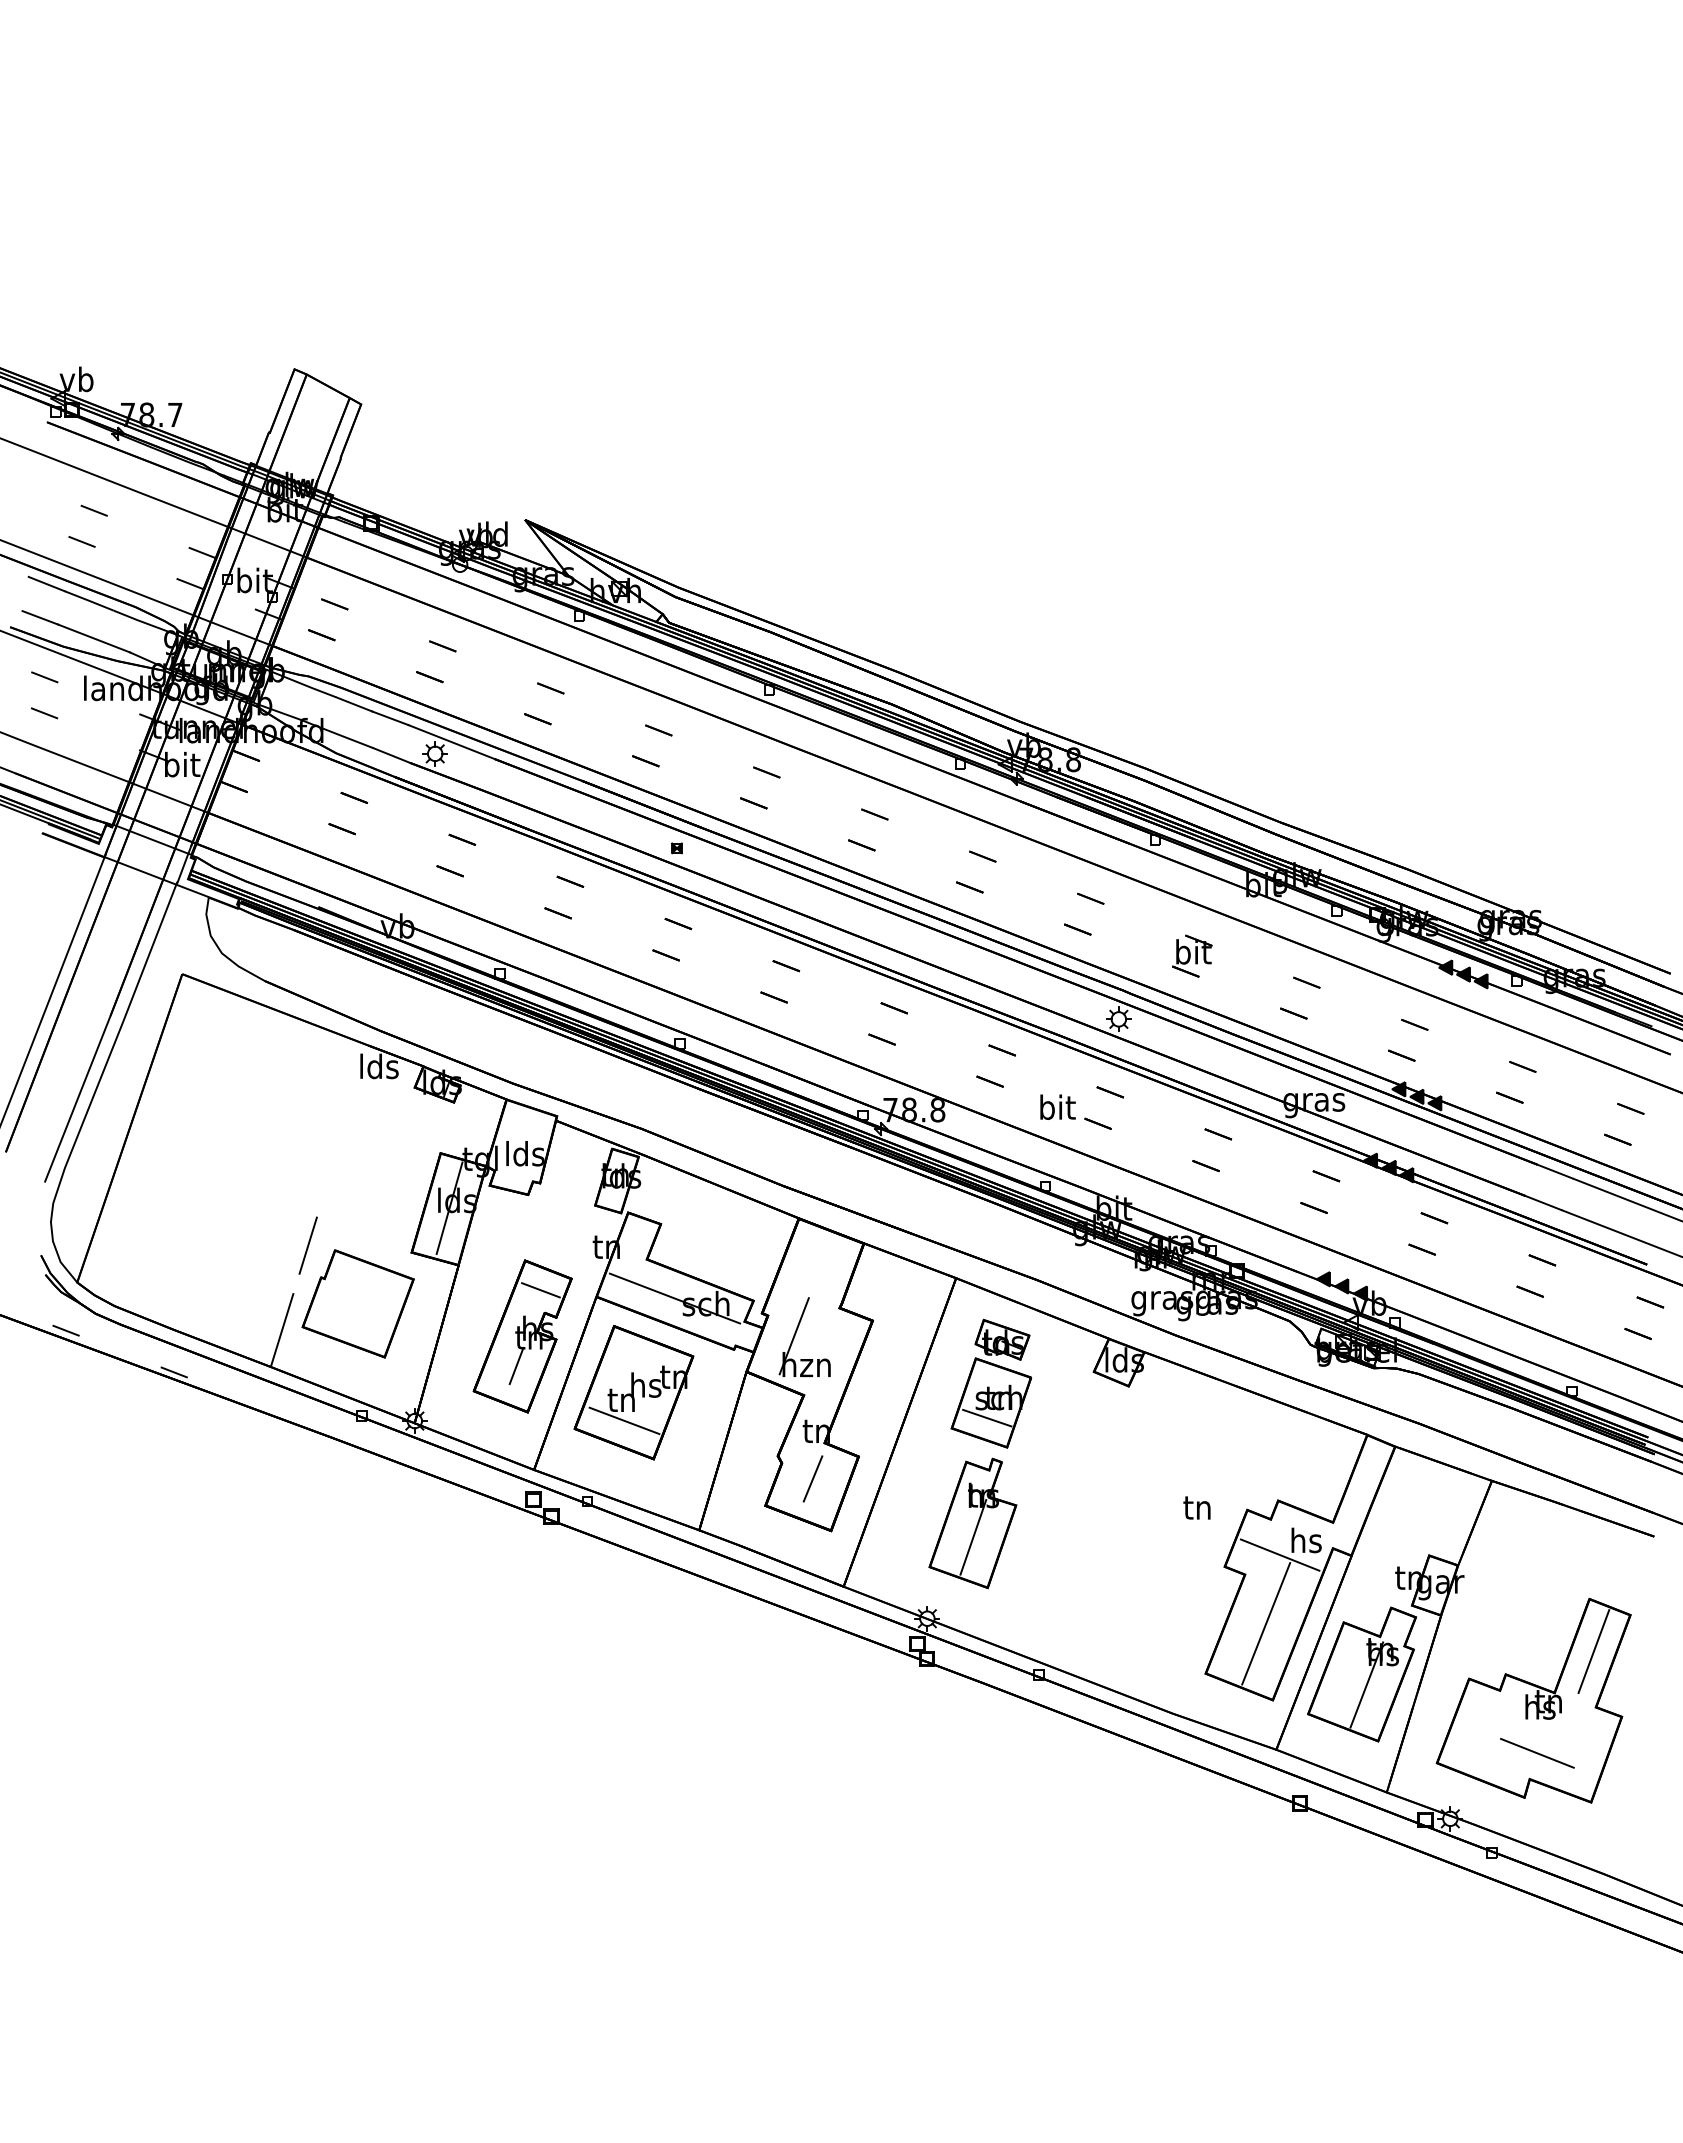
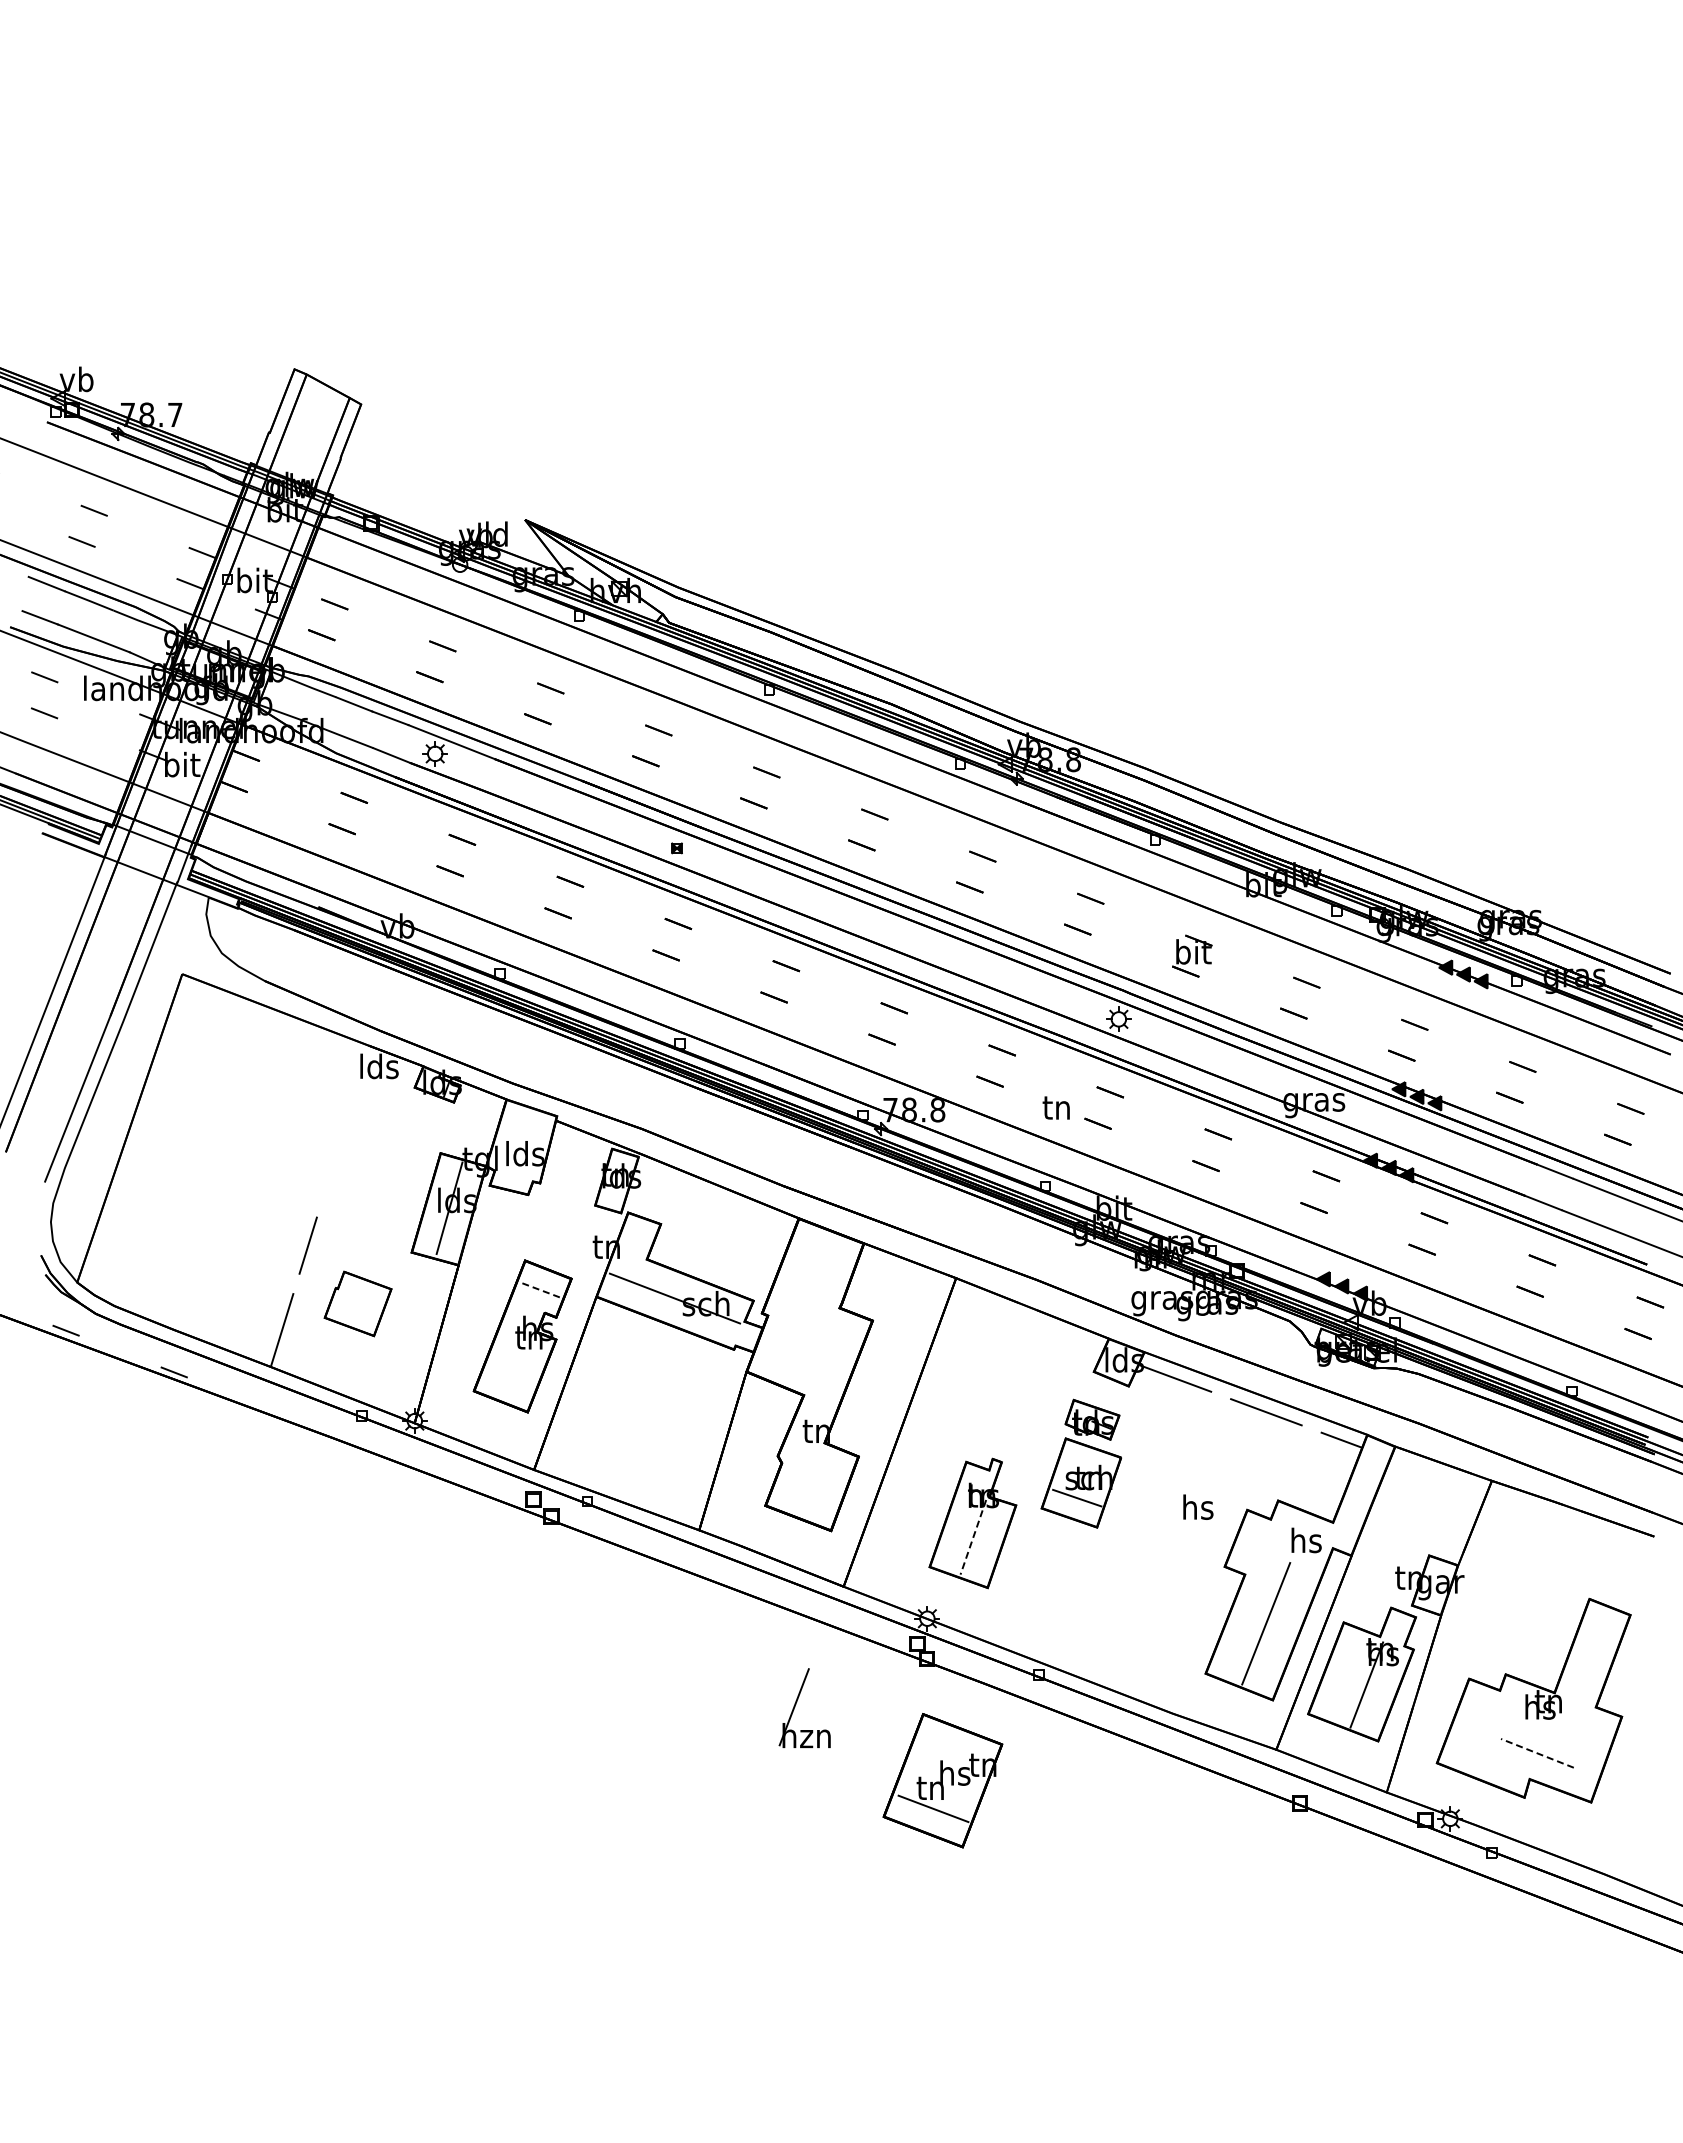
text at (1057, 1106): bit -> tn
line at (540, 1290): solid -> dashed
part at (357, 1303) size: 114x110 px -> 70x68 px
part at (796, 1333) position: (796, 1333) -> (796, 1704)
line at (516, 1365): present -> none
part at (990, 1383) position: (990, 1383) -> (1080, 1463)
part at (633, 1392) position: (633, 1392) -> (942, 1780)
line at (1255, 1393) position: (1255, 1393) -> (1250, 1406)
line at (812, 1478): present -> none
text at (1198, 1506): tn -> hs
line at (973, 1537): solid -> dashed
line at (1279, 1554): present -> none
line at (1593, 1651): present -> none
line at (1536, 1753): solid -> dashed
